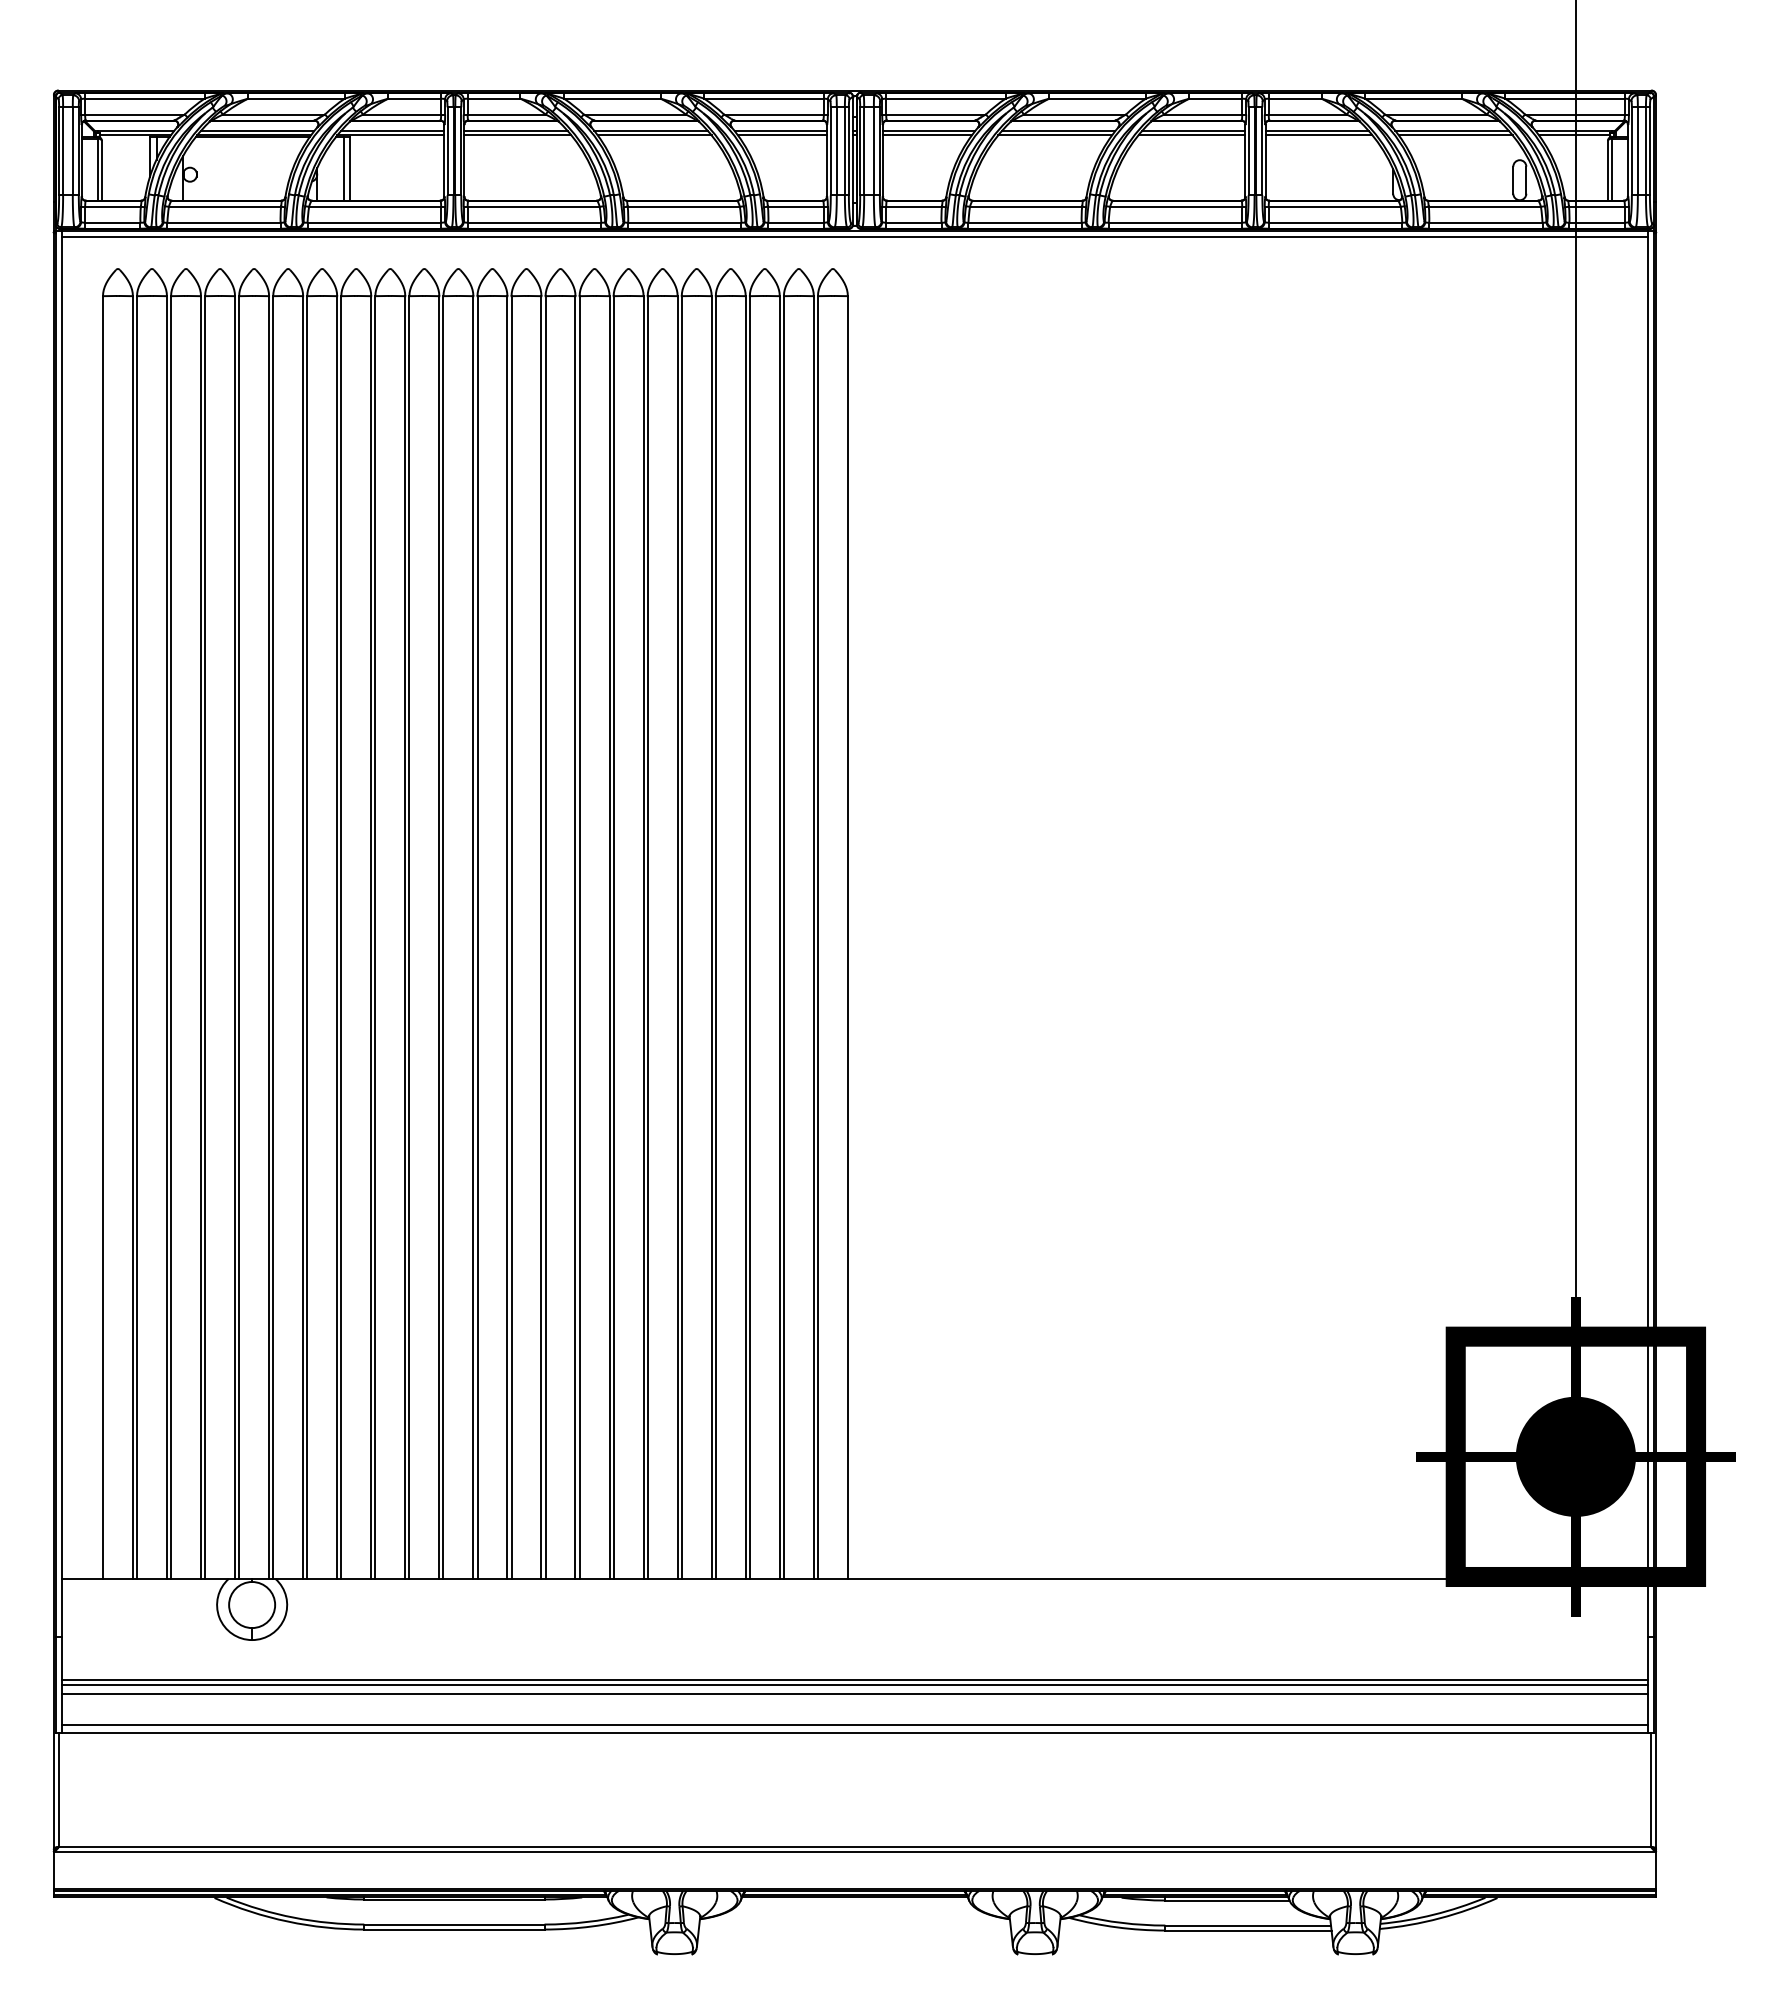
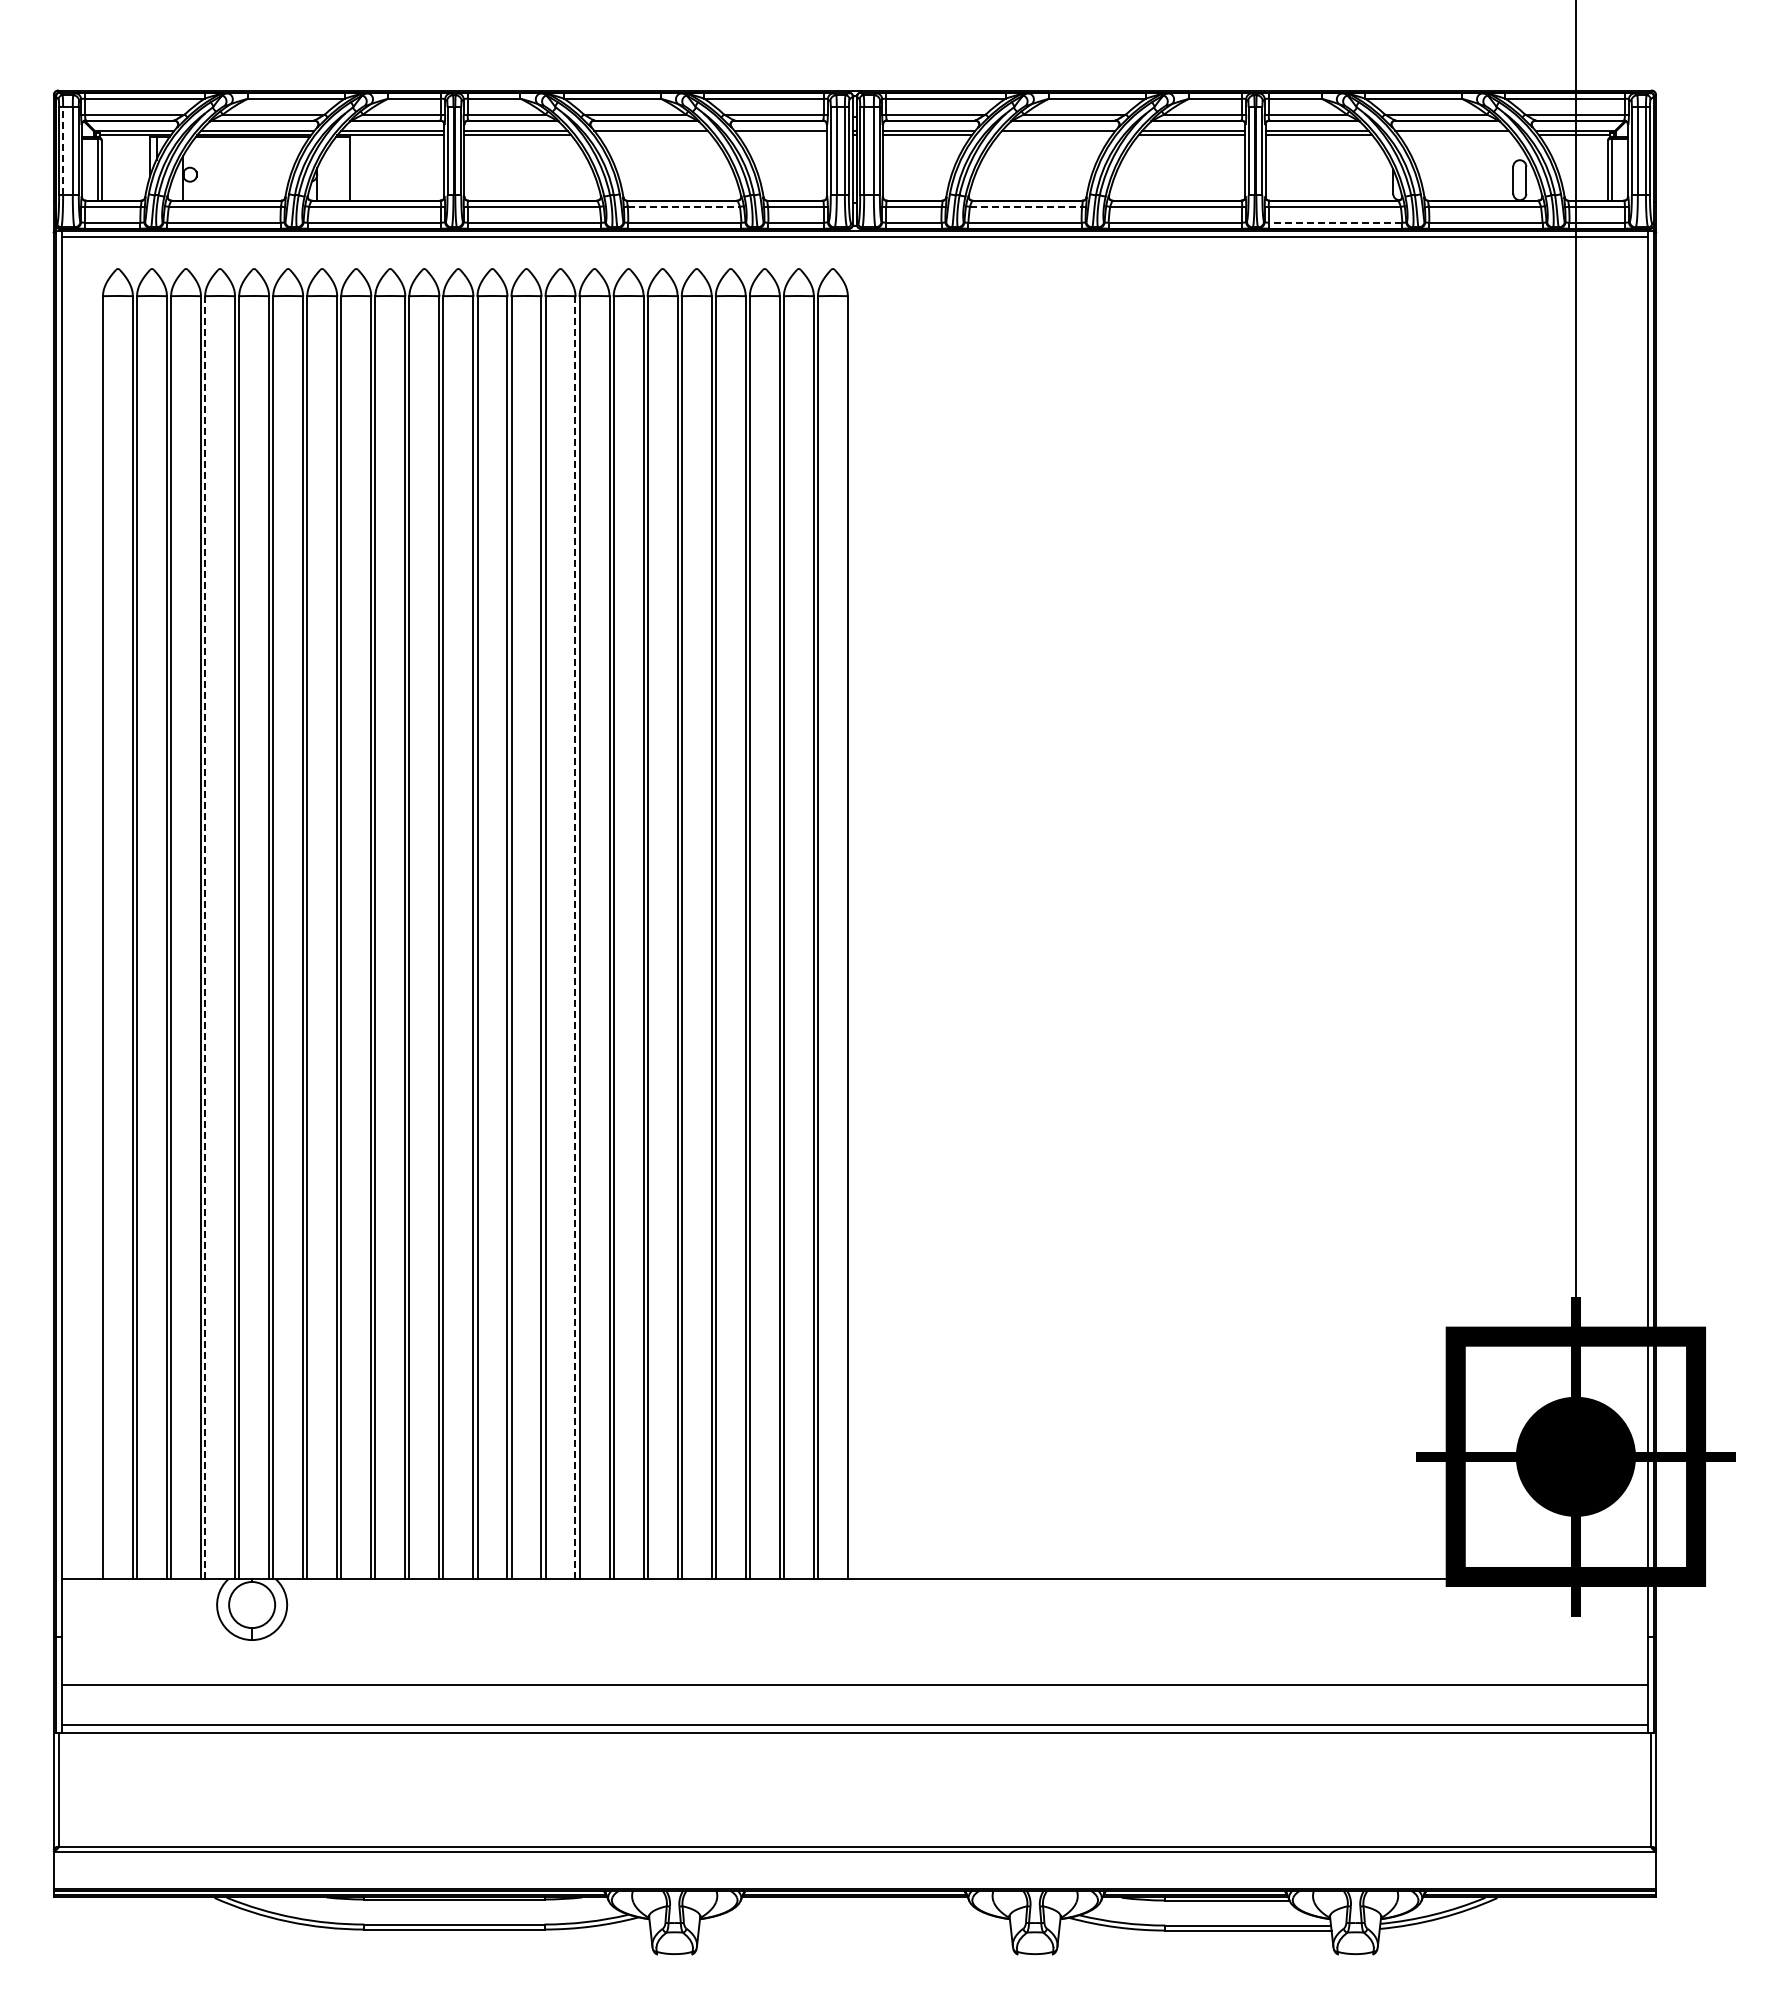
line at (654, 135): present -> none
line at (781, 135): present -> none
line at (1055, 135): present -> none
line at (1455, 135): present -> none
line at (63, 150): solid -> dashed
line at (343, 168): present -> none
line at (684, 206): solid -> dashed
line at (1026, 206): solid -> dashed
line at (1335, 222): solid -> dashed
line at (205, 937): solid -> dashed
line at (575, 937): solid -> dashed
line at (854, 1680): present -> none
line at (854, 1693): present -> none
